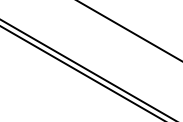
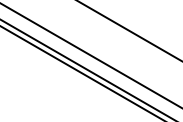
line at (90, 55): none -> present
